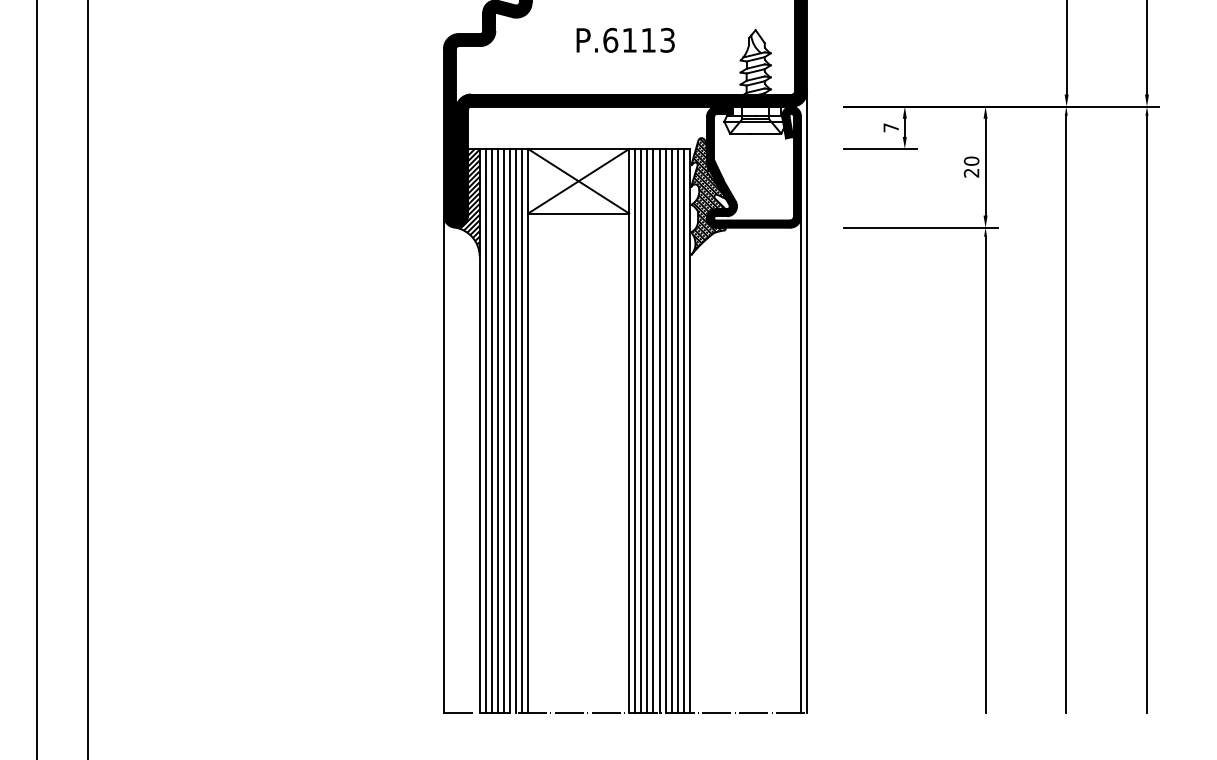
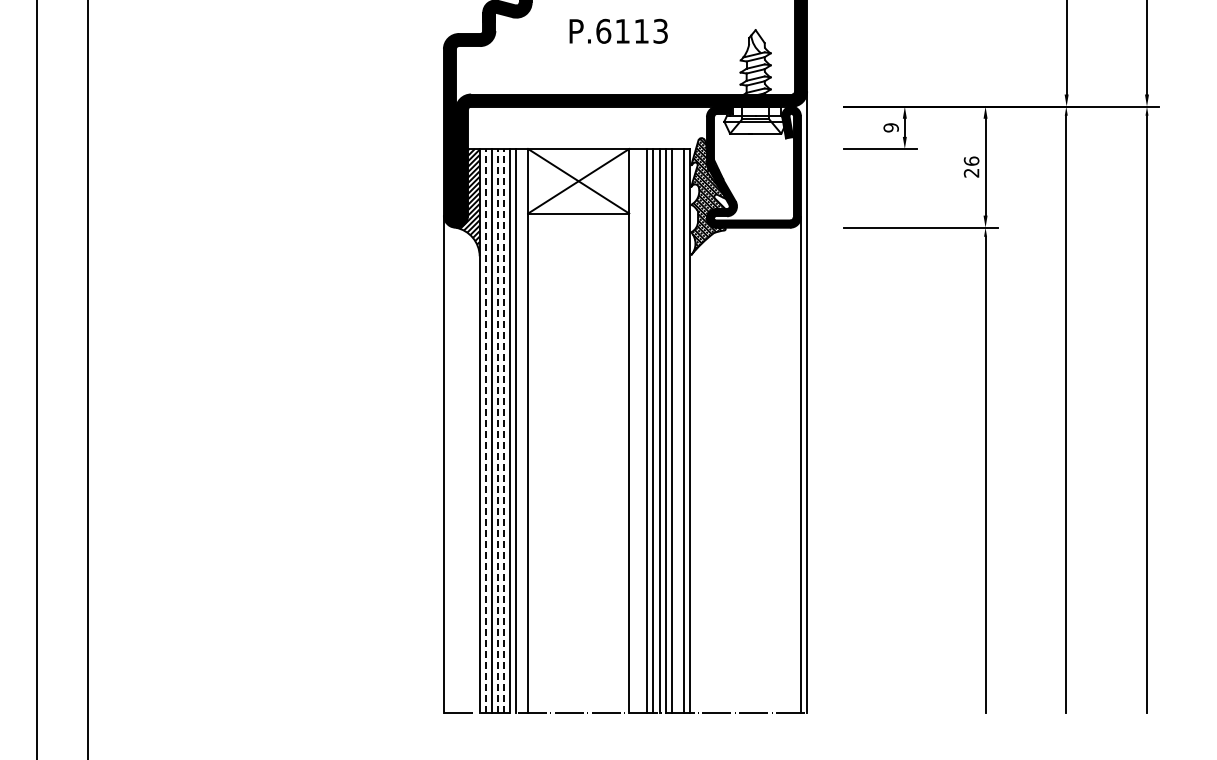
text at (625, 39) position: (625, 39) -> (618, 30)
text at (890, 127): 7 -> 9
text at (971, 160): 20 -> 26
line at (485, 430): solid -> dashed
line at (497, 430): solid -> dashed
line at (503, 430): solid -> dashed
line at (522, 430): present -> none
line at (635, 430): present -> none
line at (641, 430): present -> none
line at (677, 430): present -> none
